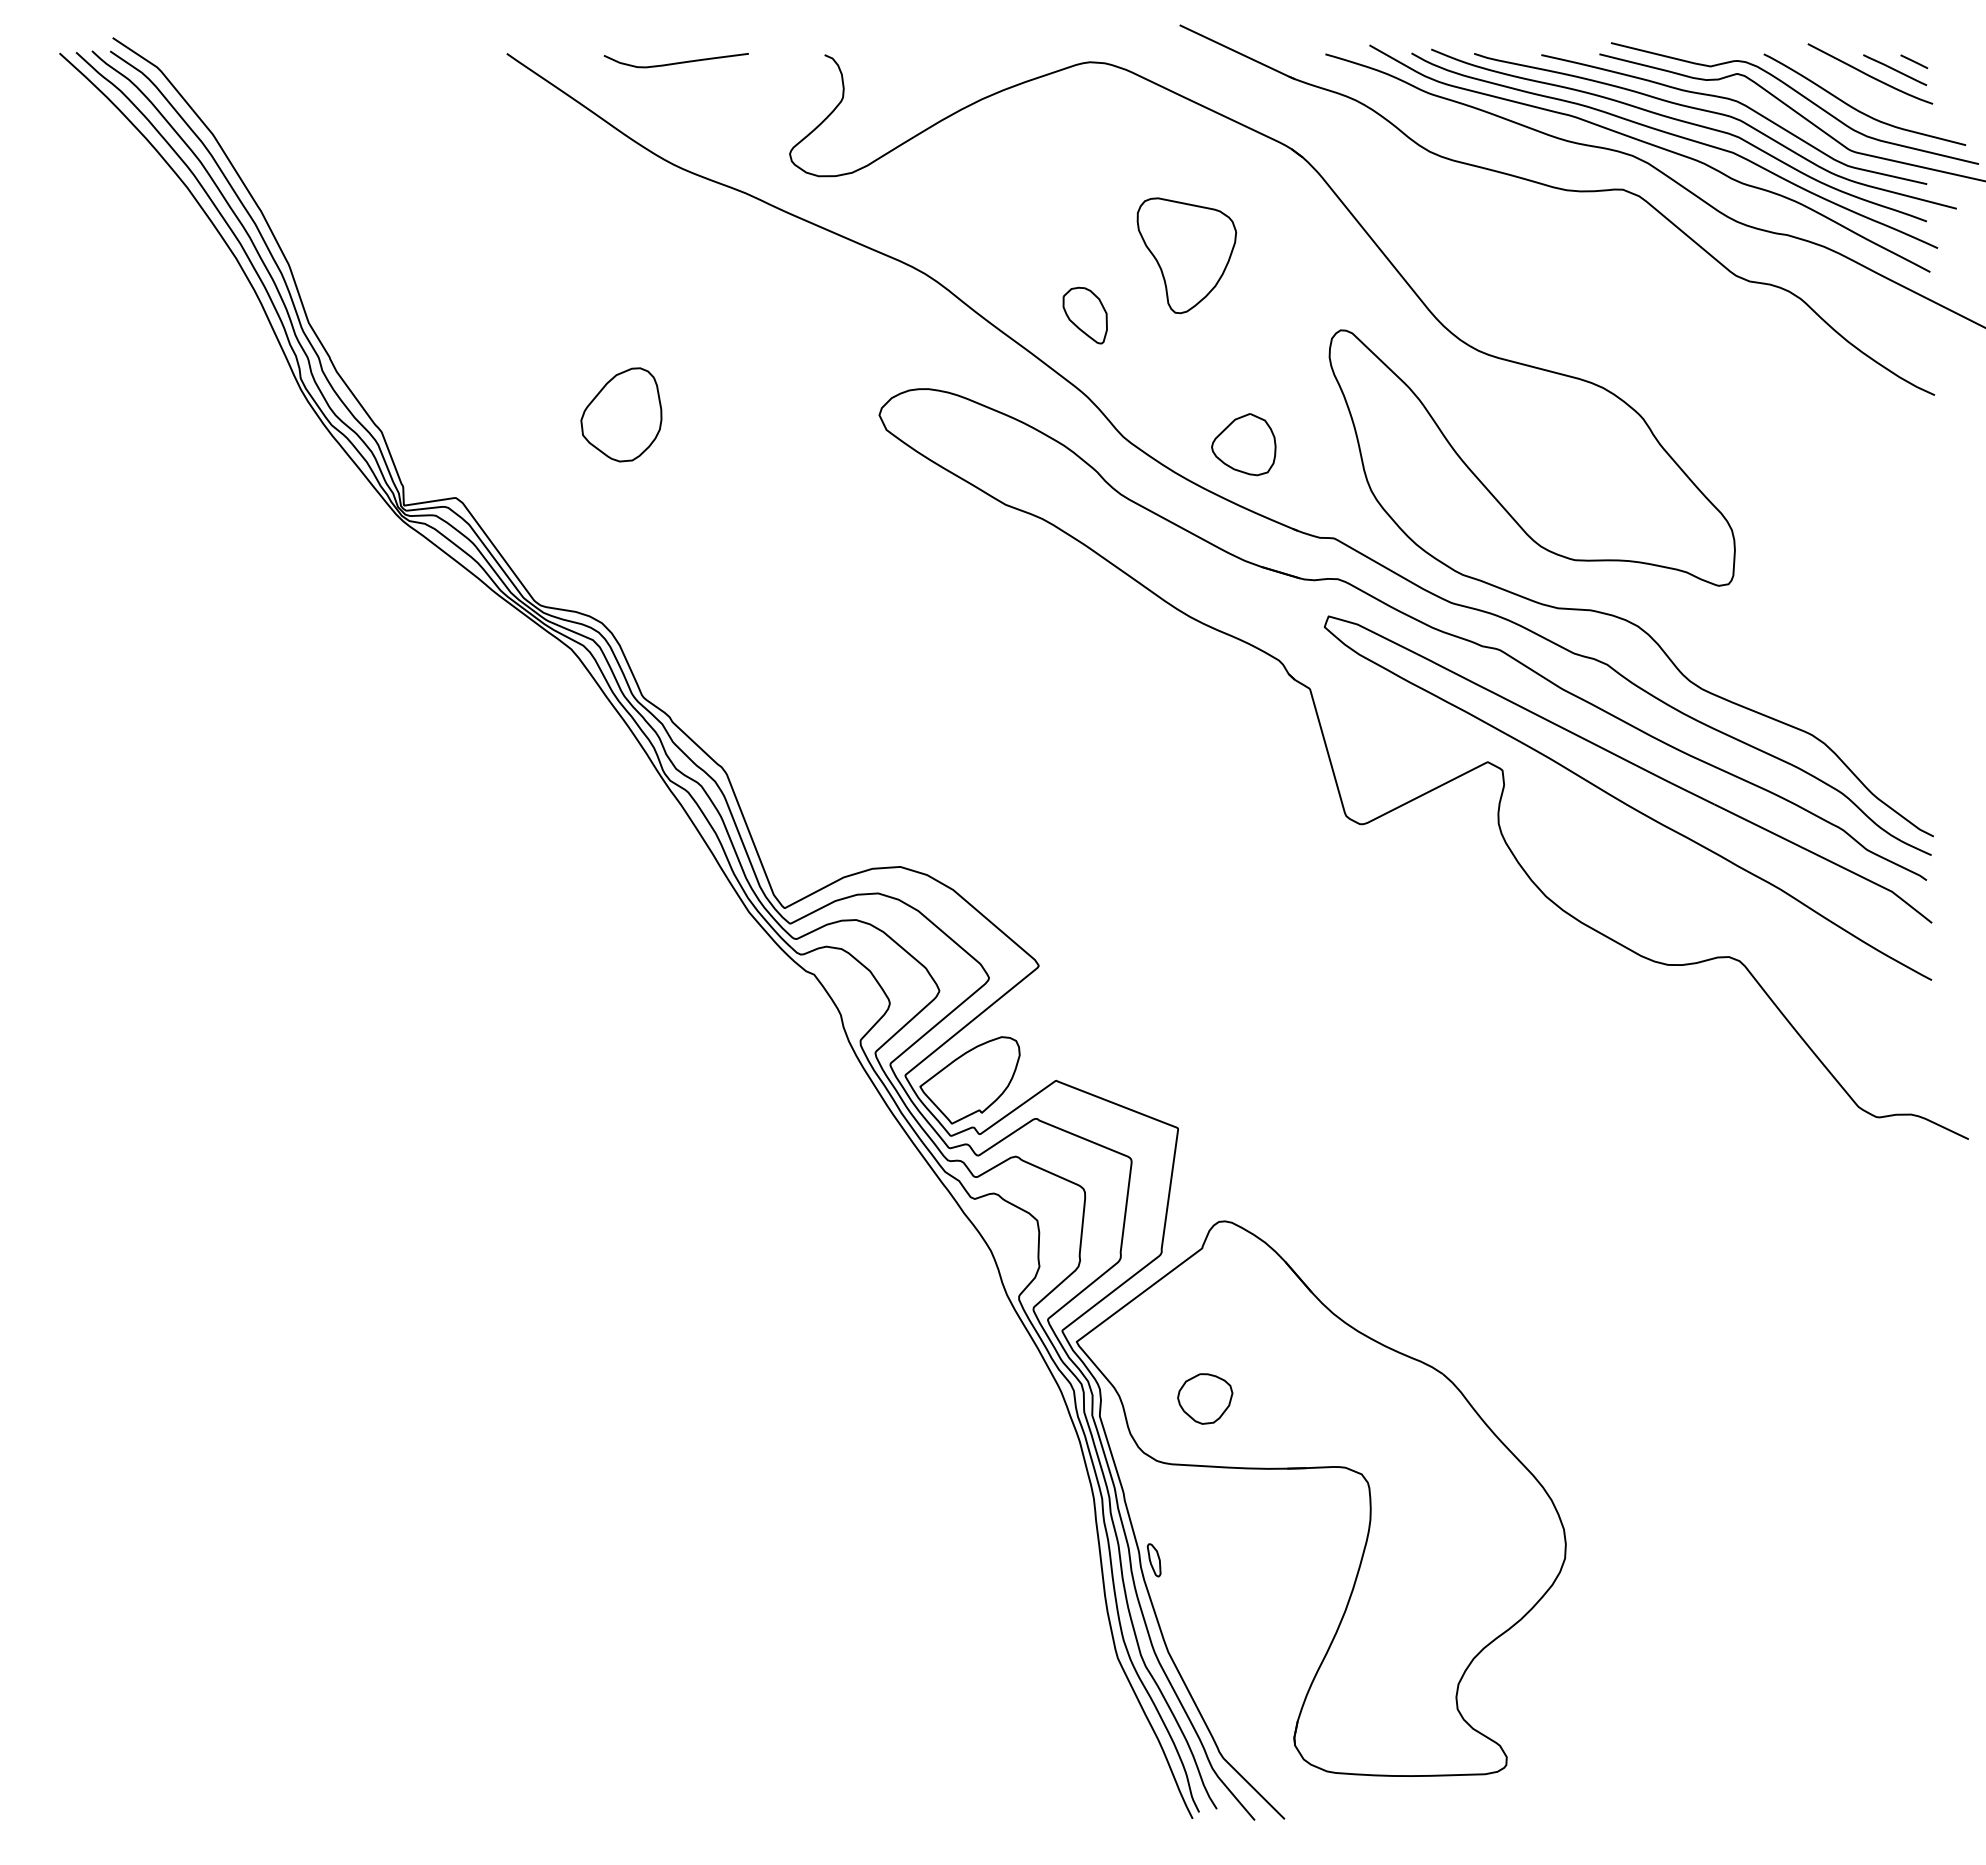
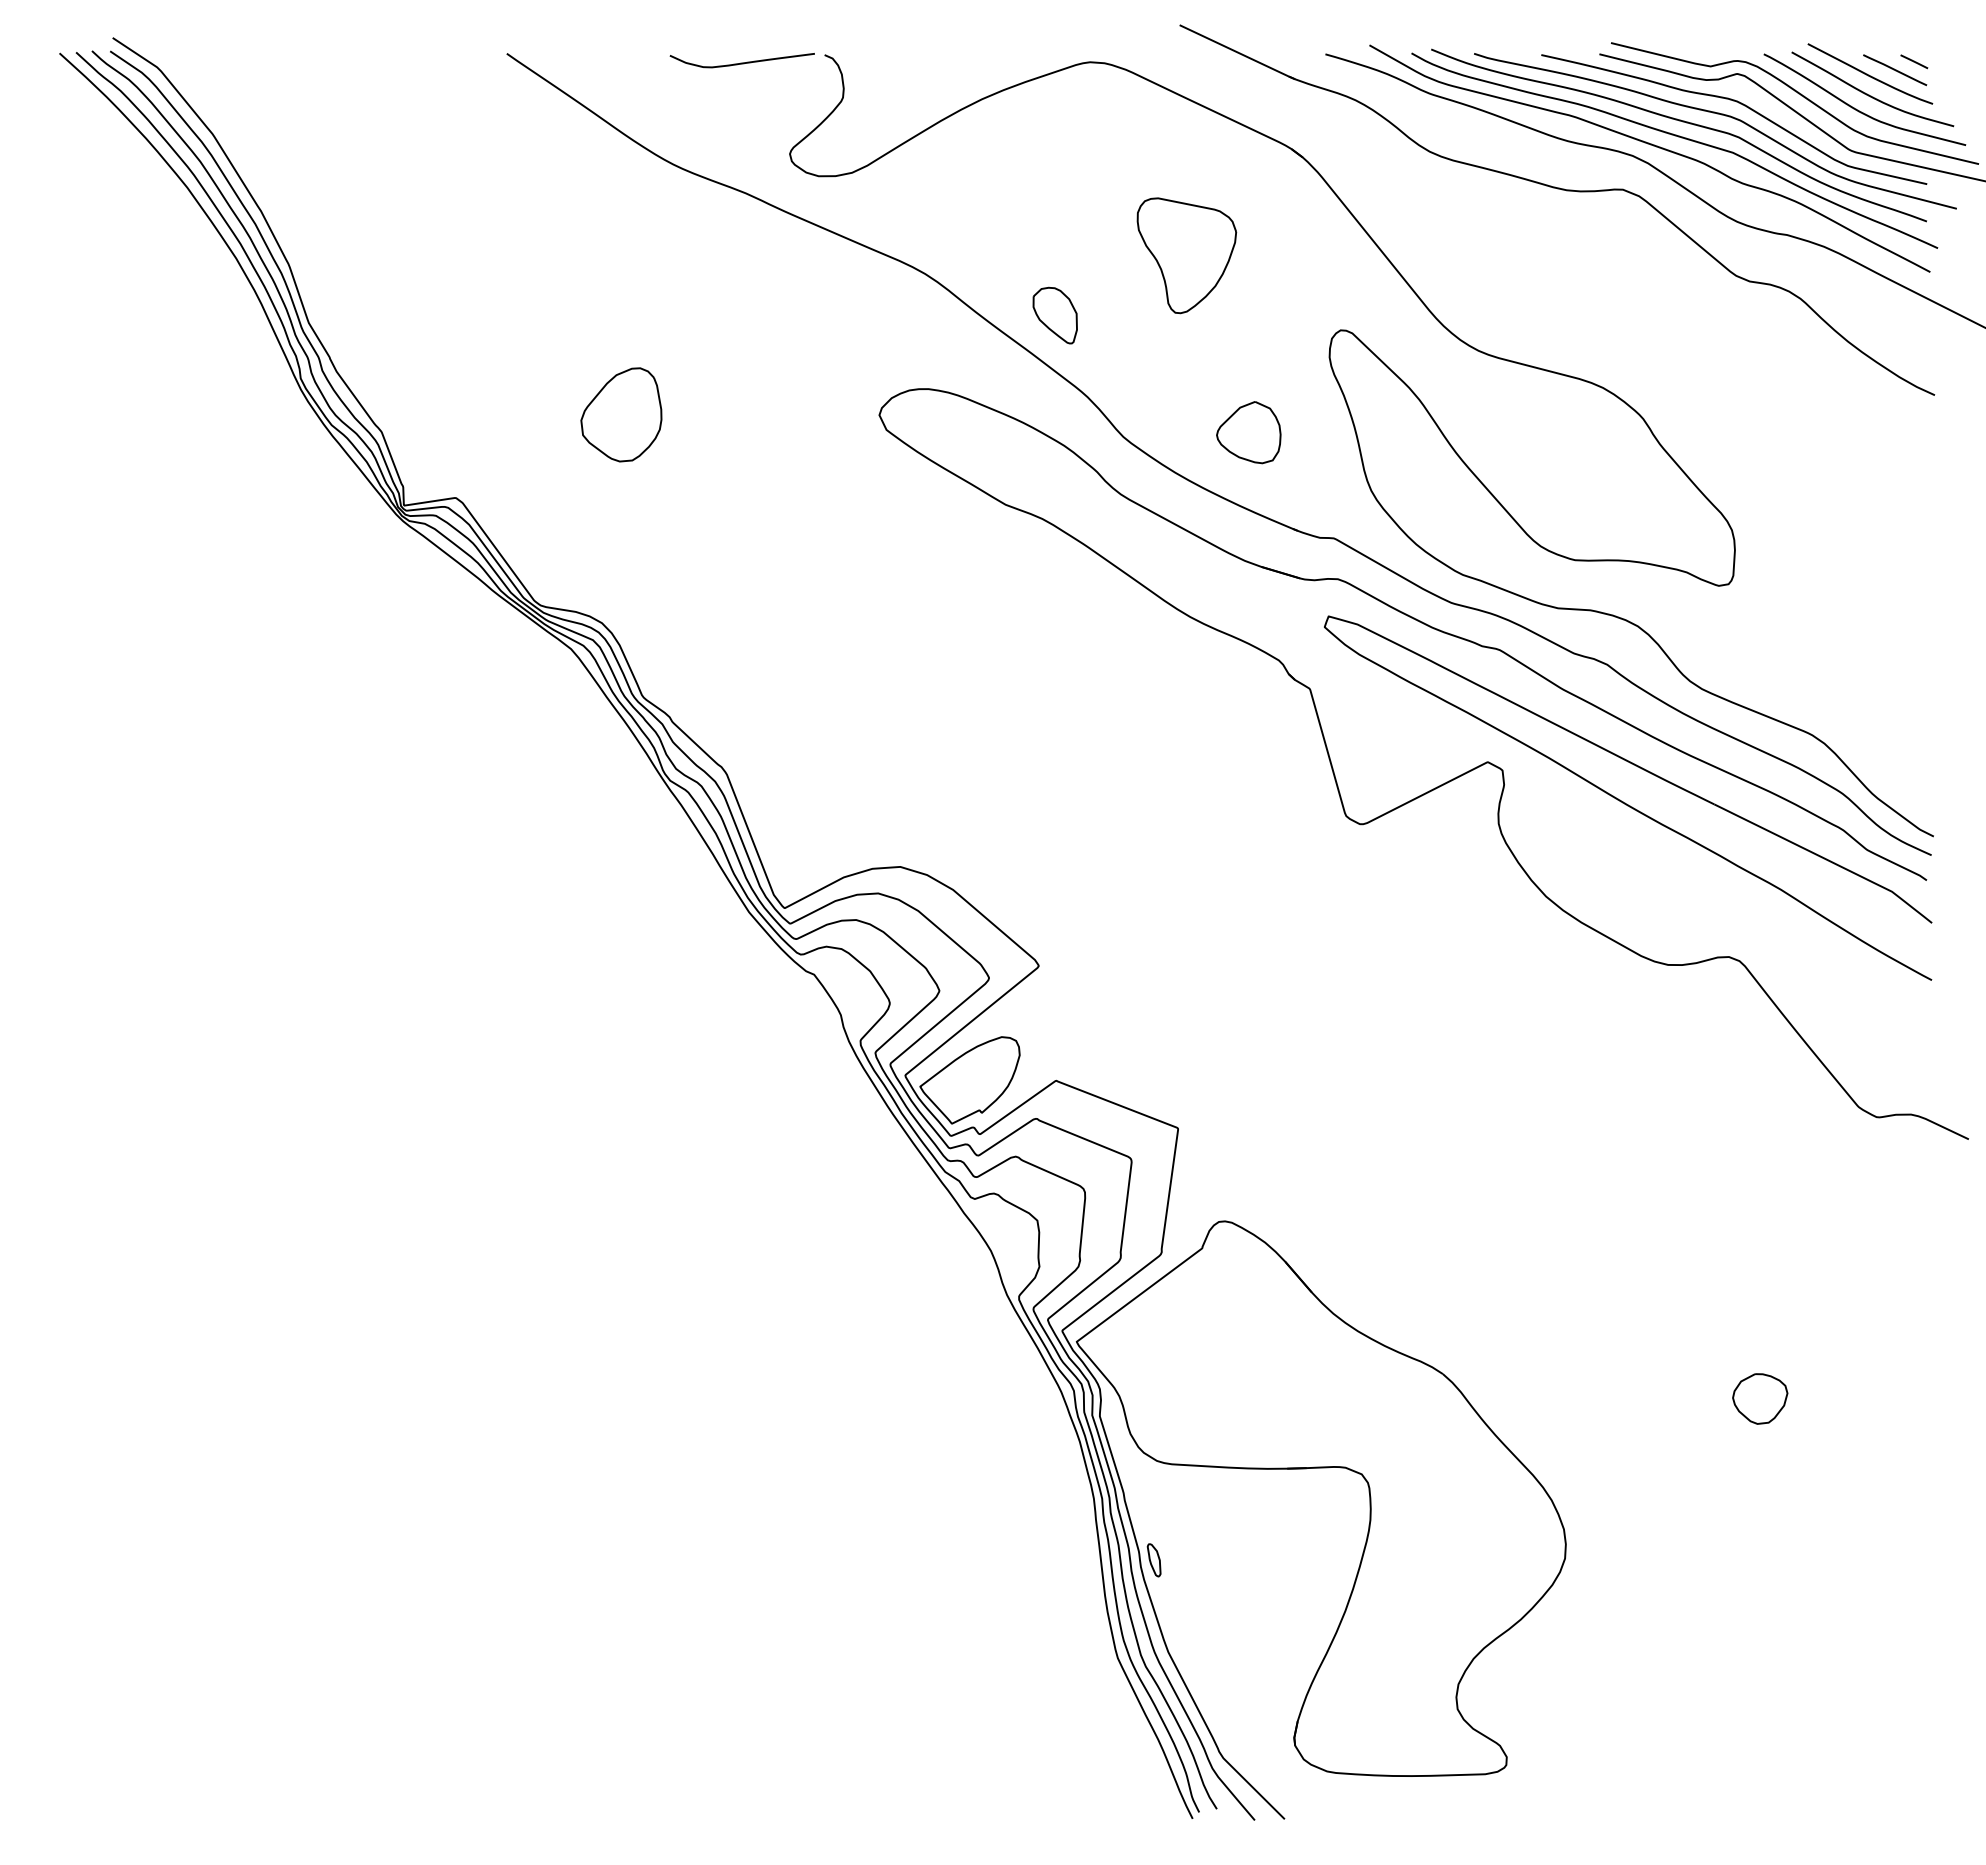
curve at (675, 62) position: (675, 62) -> (741, 62)
curve at (1869, 94): none -> present
part at (1084, 315) position: (1084, 315) -> (1054, 315)
part at (1243, 444) position: (1243, 444) -> (1248, 432)
part at (1205, 1398) position: (1205, 1398) -> (1760, 1398)
